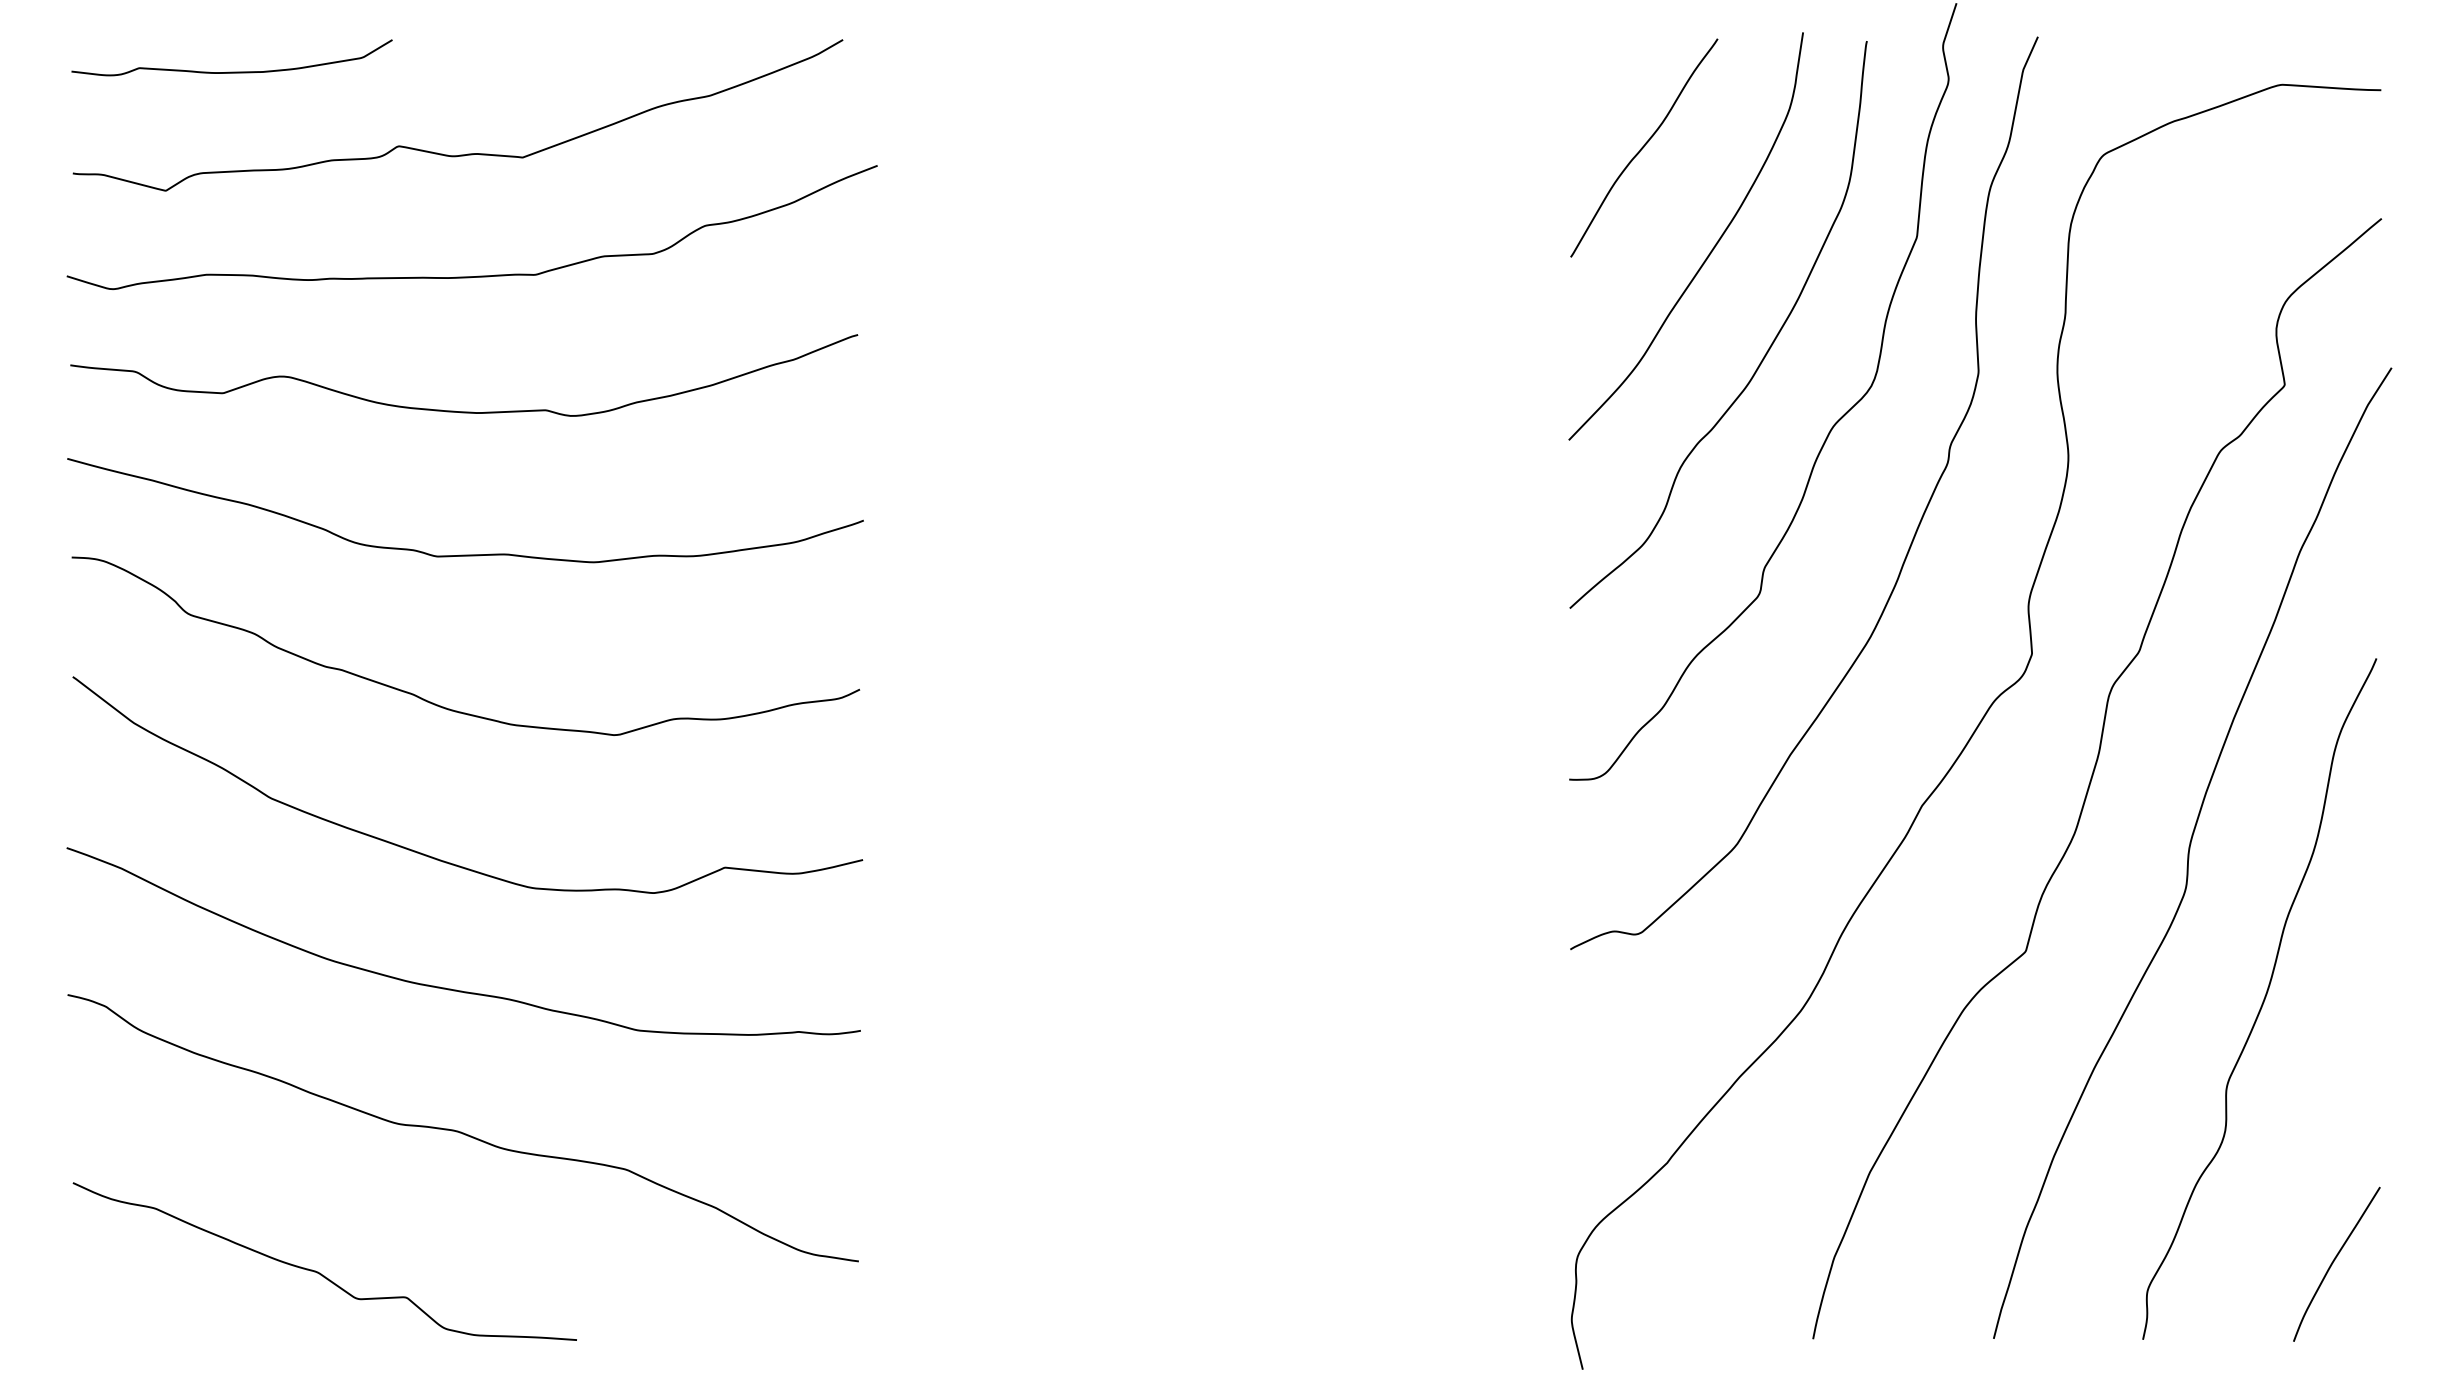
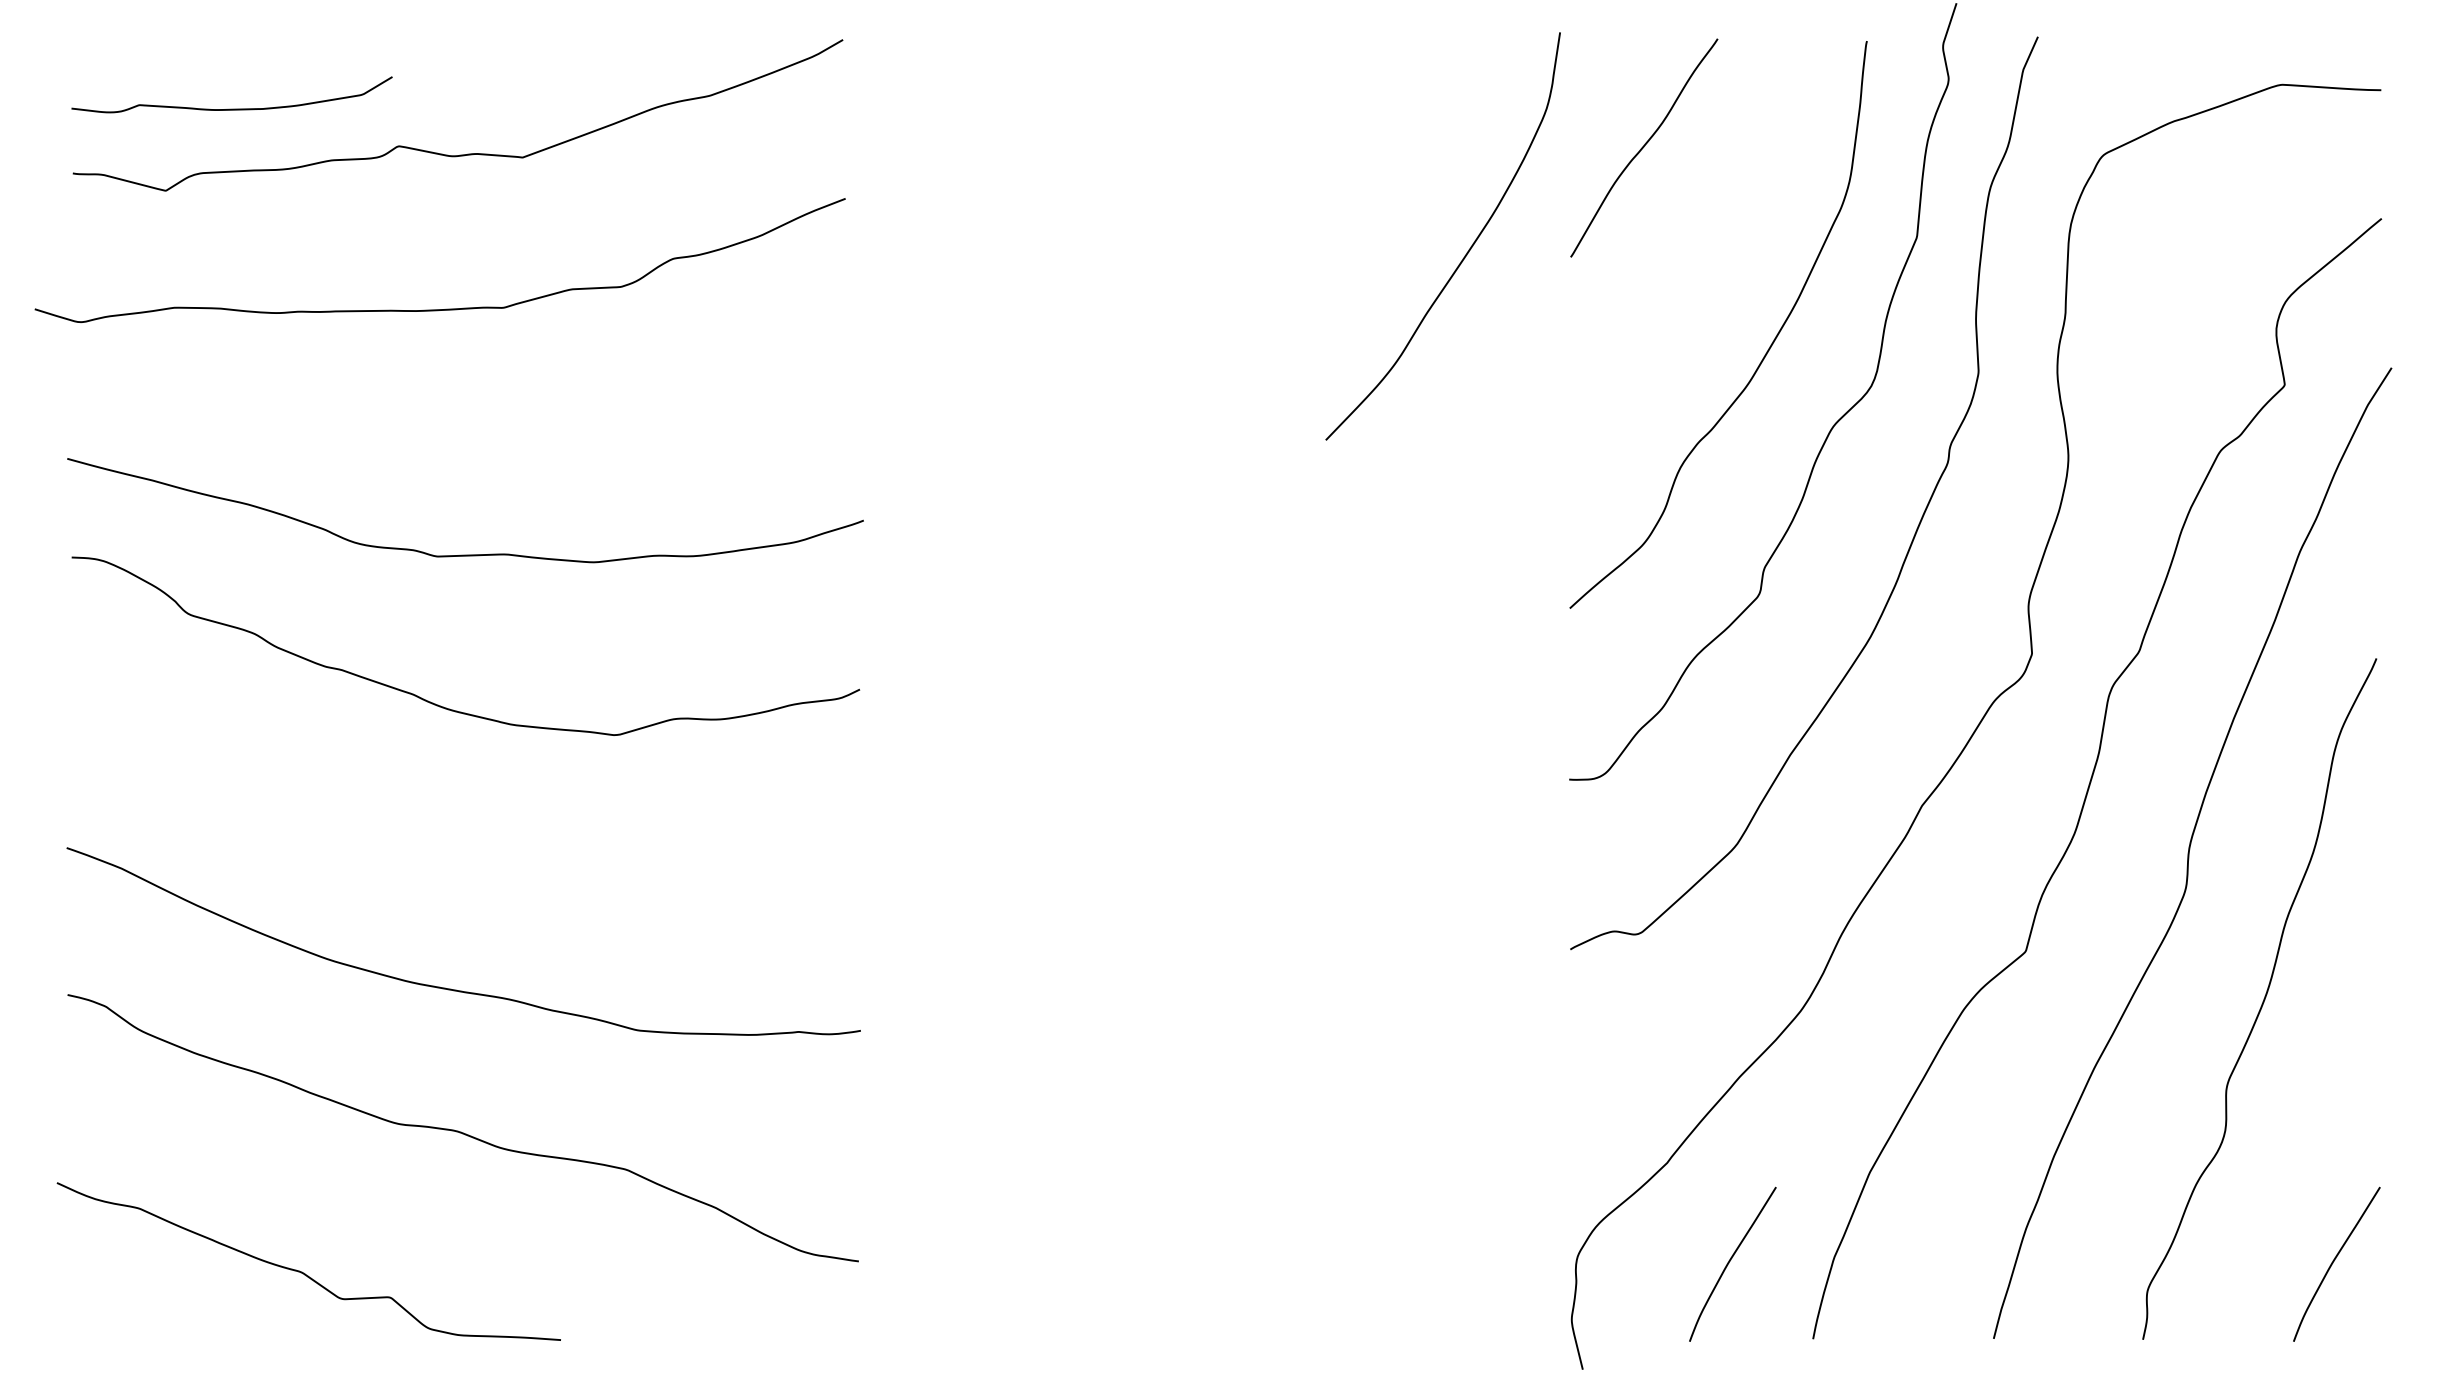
curve at (231, 71) position: (231, 71) -> (231, 108)
curve at (1709, 252) position: (1709, 252) -> (1466, 252)
curve at (478, 275) position: (478, 275) -> (446, 308)
curve at (464, 411): present -> none
curve at (441, 859): present -> none
curve at (1730, 1261): none -> present
curve at (318, 1271) position: (318, 1271) -> (302, 1271)
